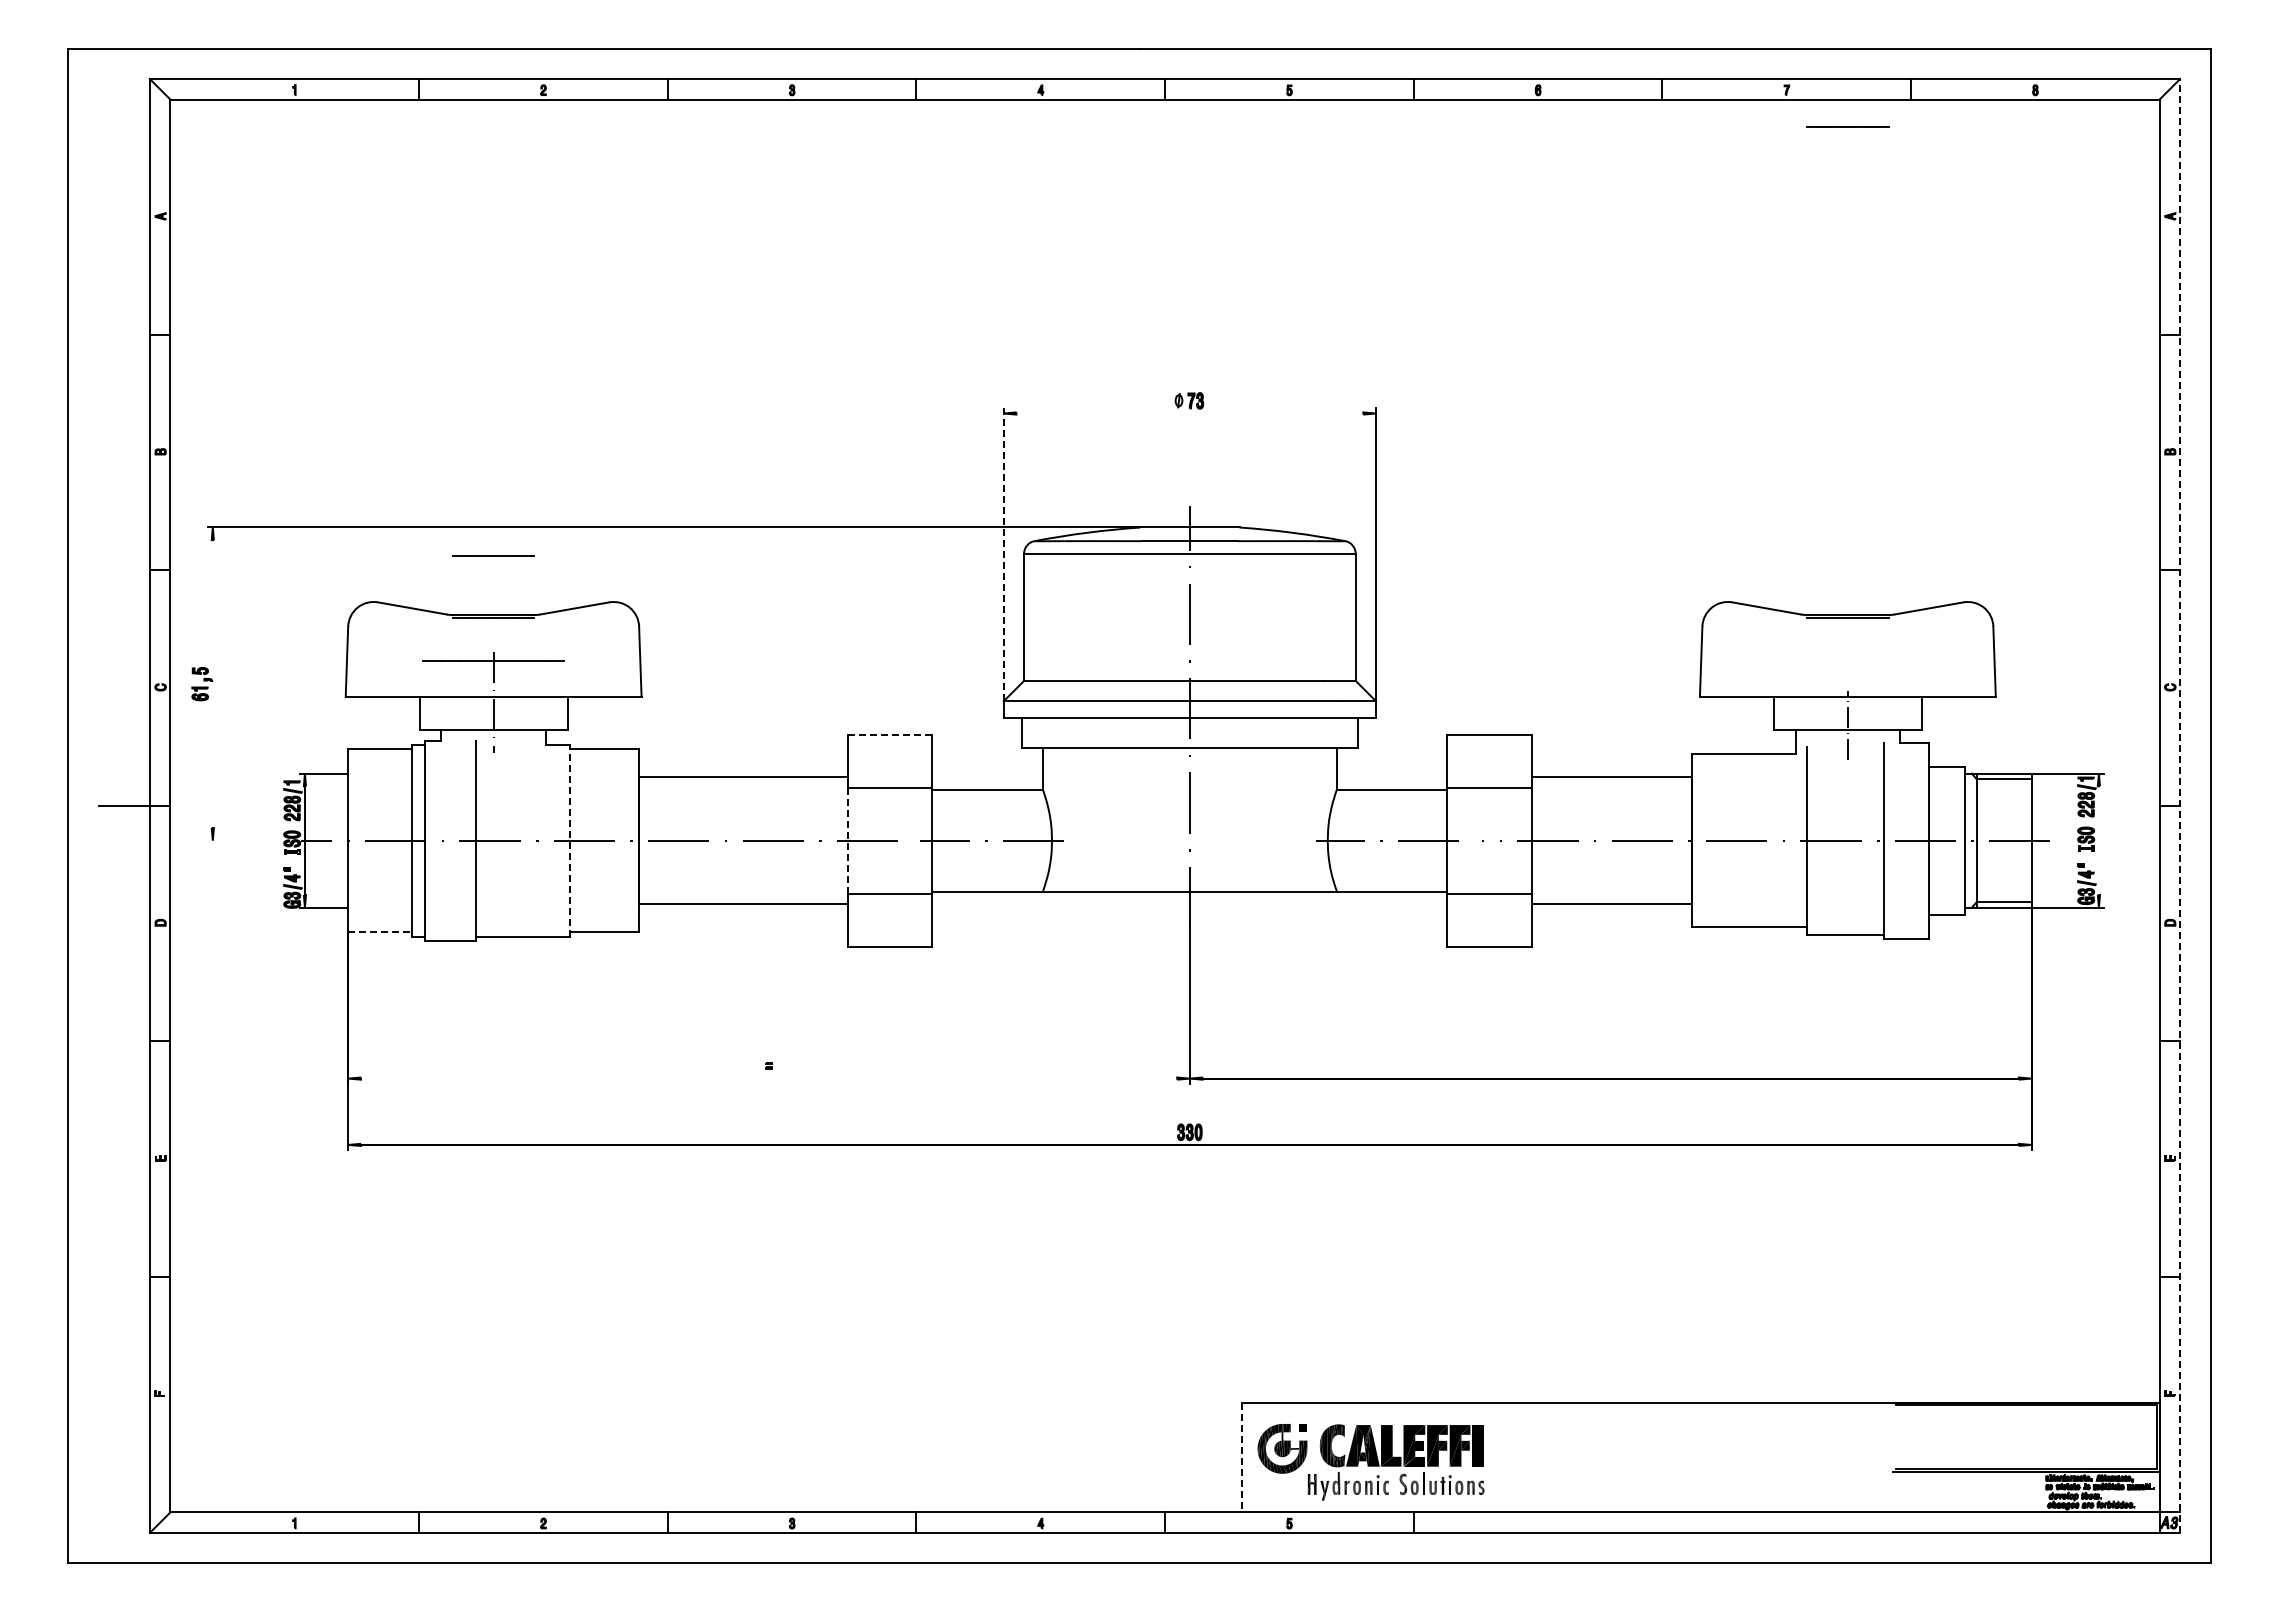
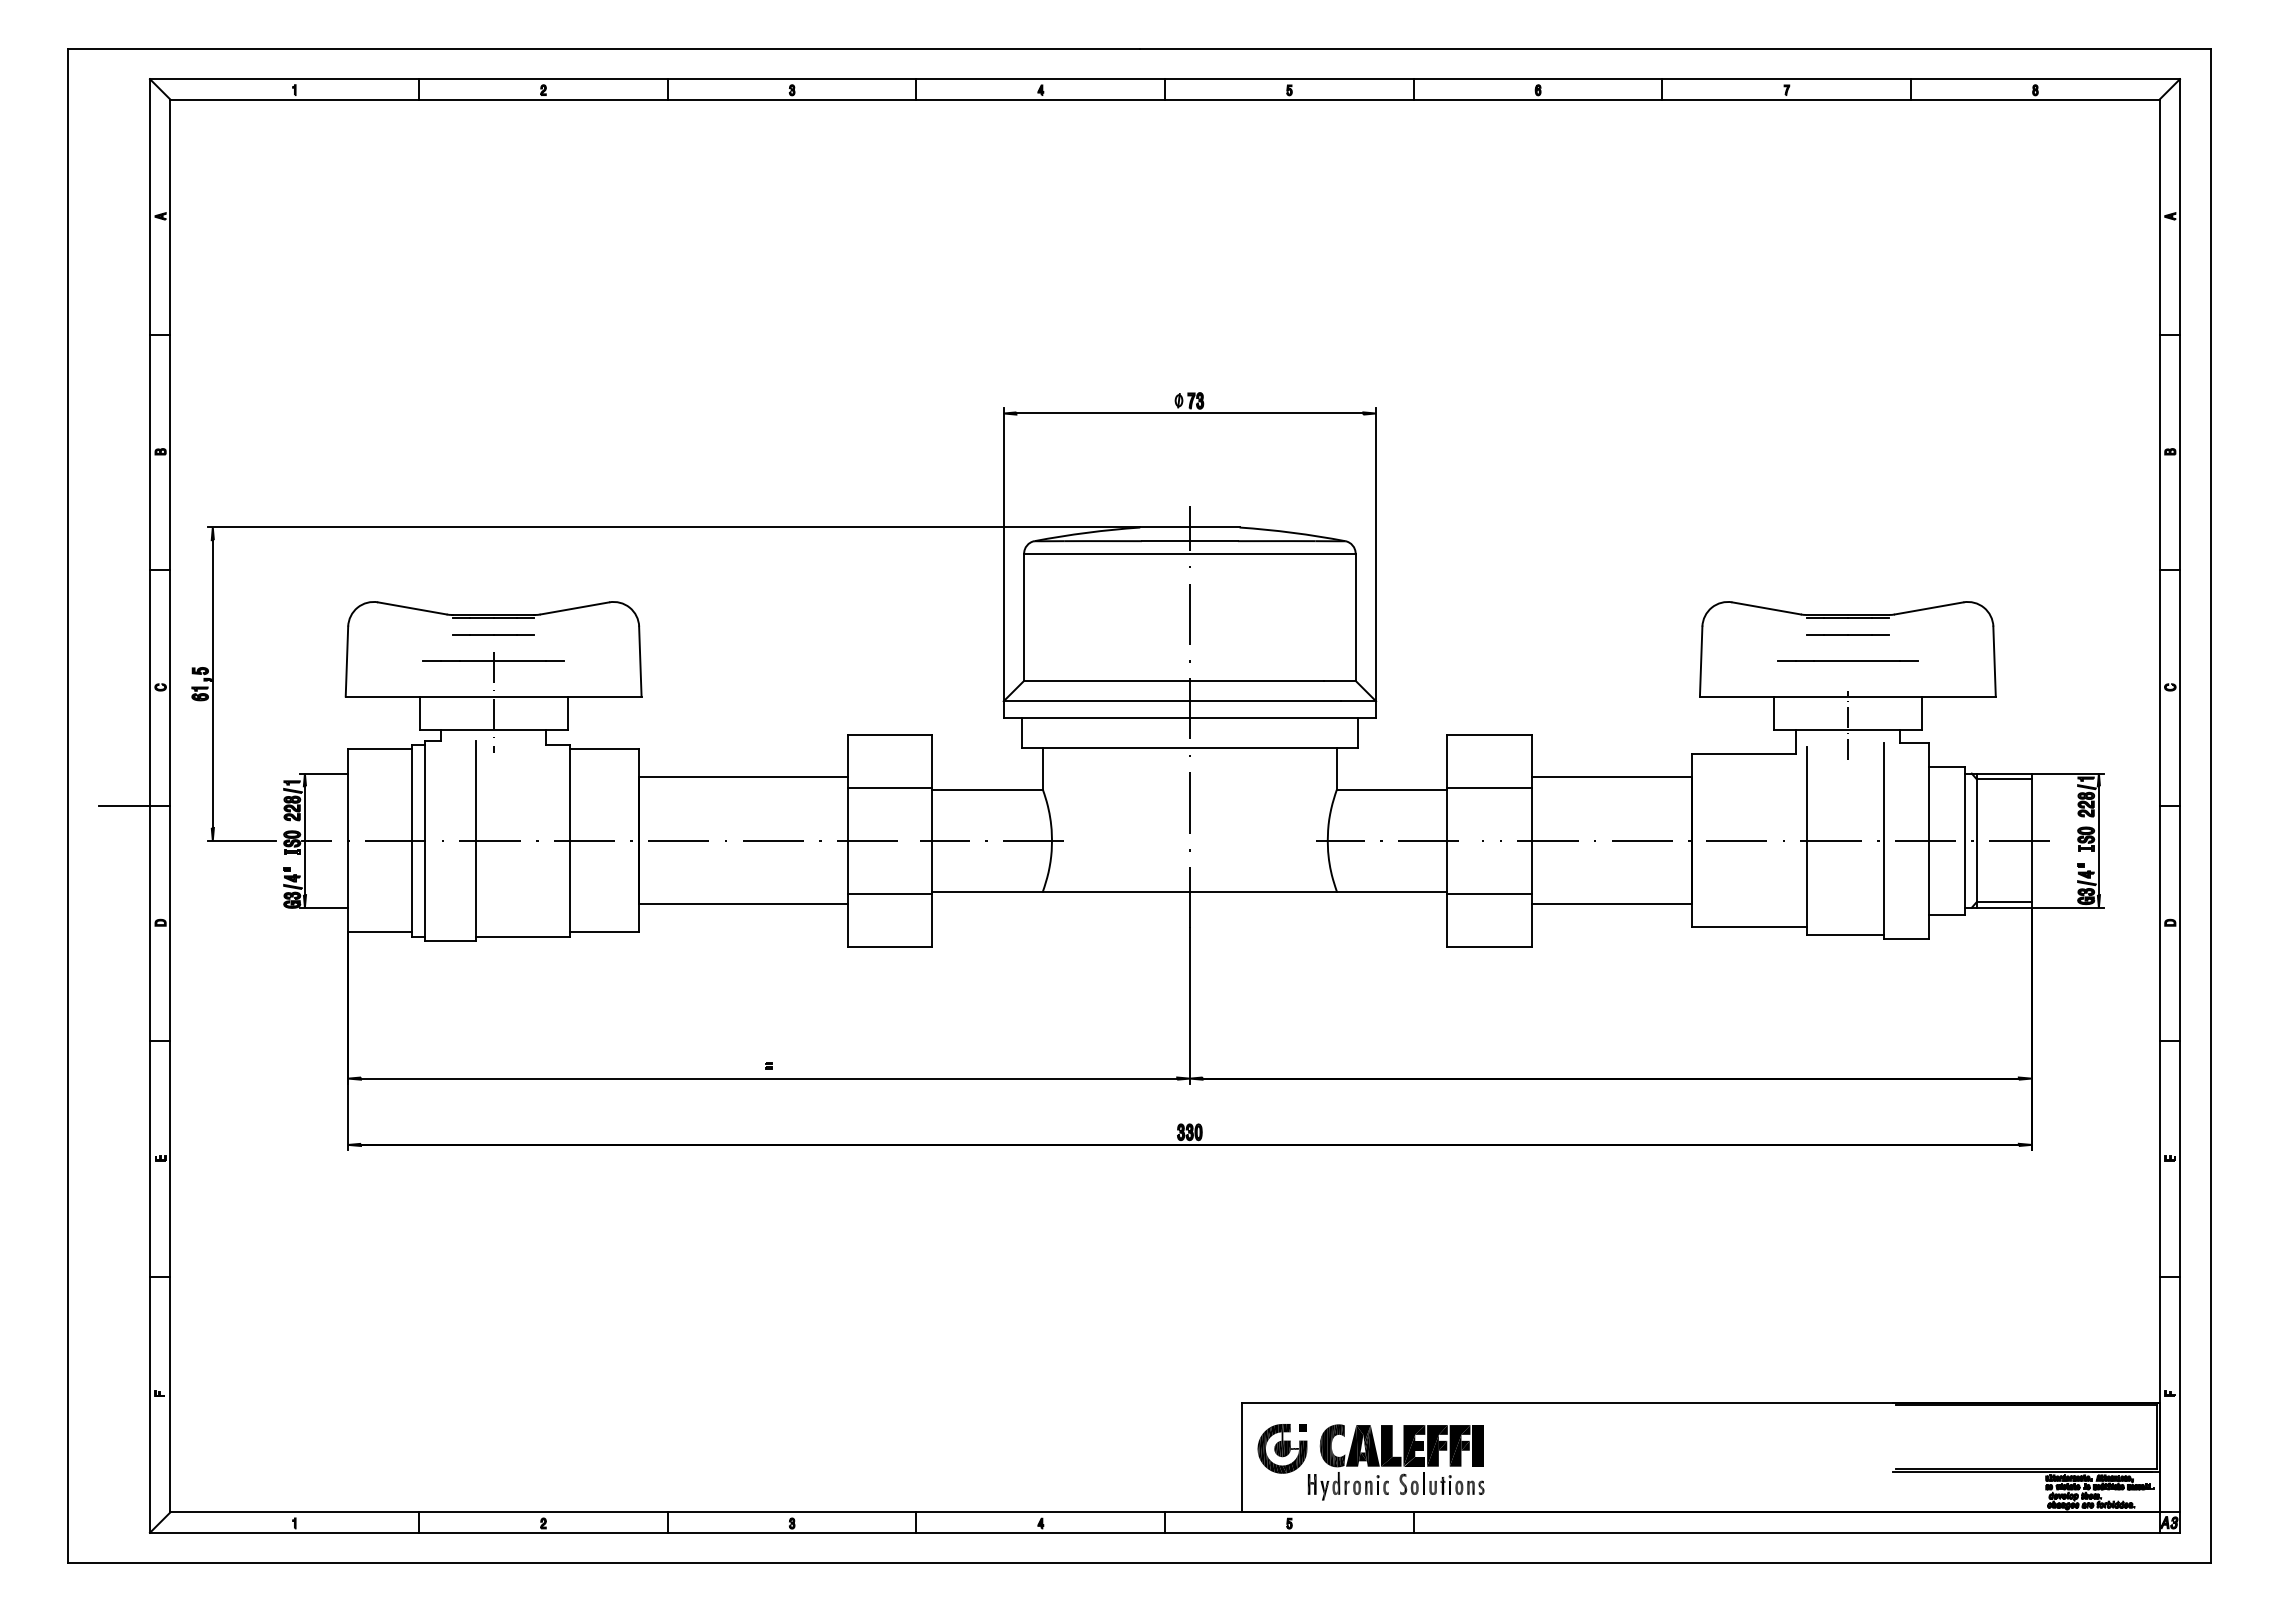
line at (1847, 126) position: (1847, 126) -> (1847, 634)
line at (1189, 413): none -> present
line at (1003, 554): dashed -> solid
line at (493, 555) position: (493, 555) -> (493, 634)
line at (1847, 660): none -> present
line at (212, 683): none -> present
line at (889, 734): dashed -> solid
line at (2180, 806): dashed -> solid
line at (241, 840): none -> present
line at (570, 840): dashed -> solid
line at (848, 840): dashed -> solid
line at (2098, 840): none -> present
line at (380, 932): dashed -> solid
line at (768, 1078): none -> present
line at (1241, 1457): dashed -> solid
